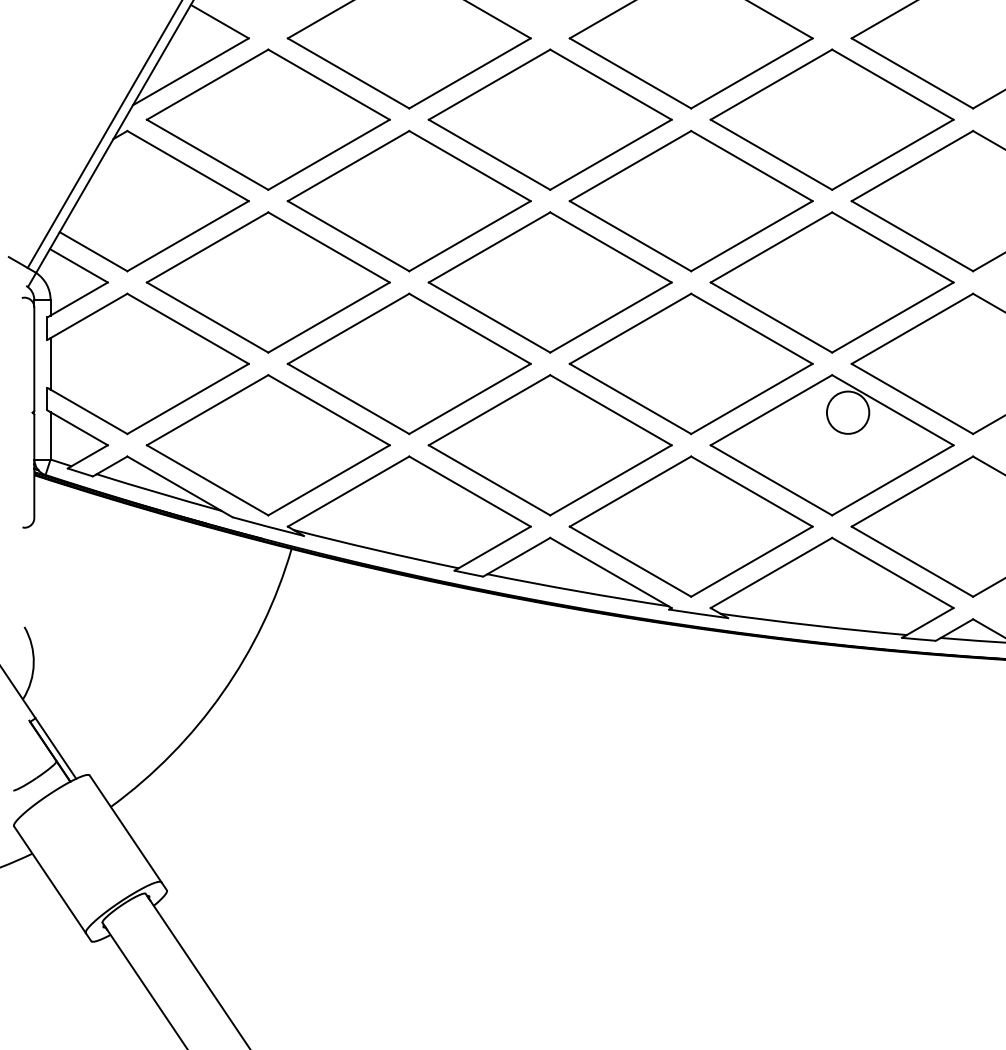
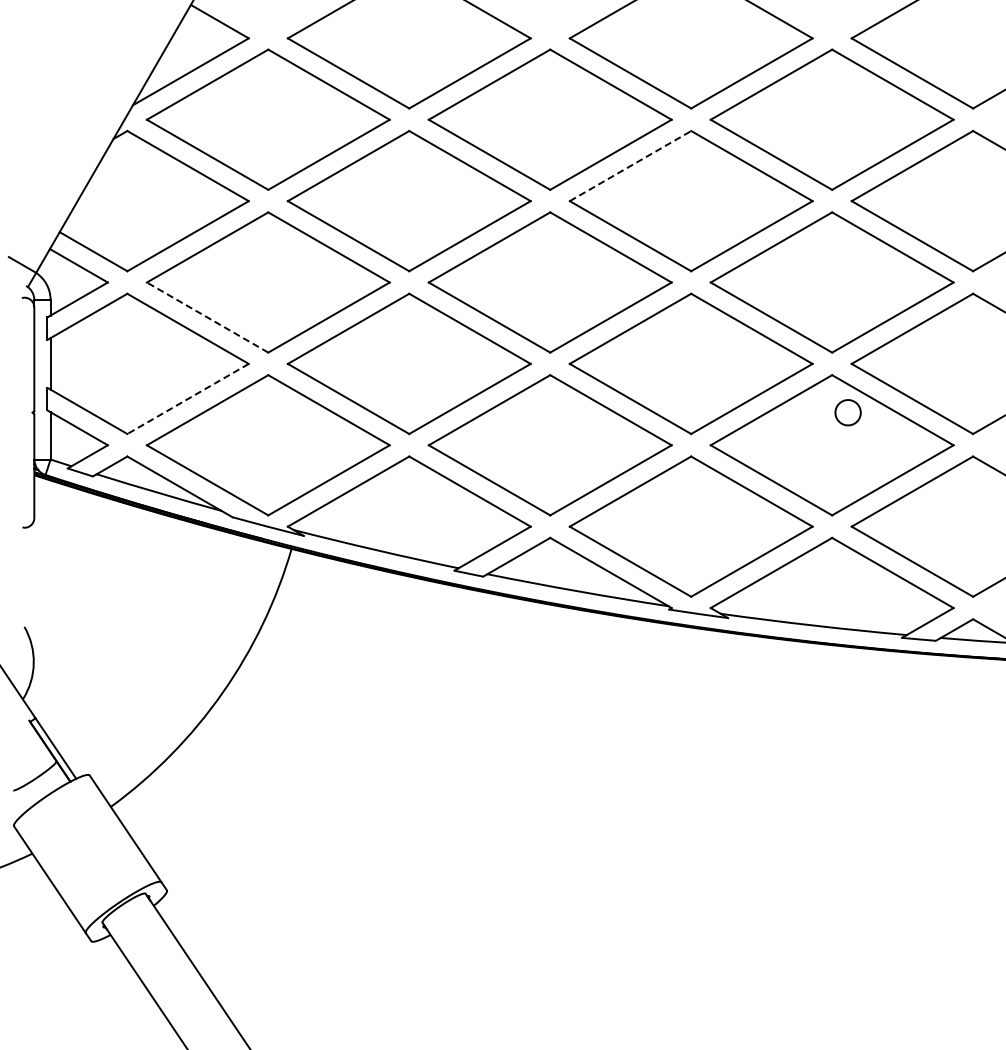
line at (104, 134): present -> none
line at (630, 165): solid -> dashed
line at (207, 317): solid -> dashed
line at (187, 399): solid -> dashed
circle at (847, 412) diameter: 42 px -> 25 px
